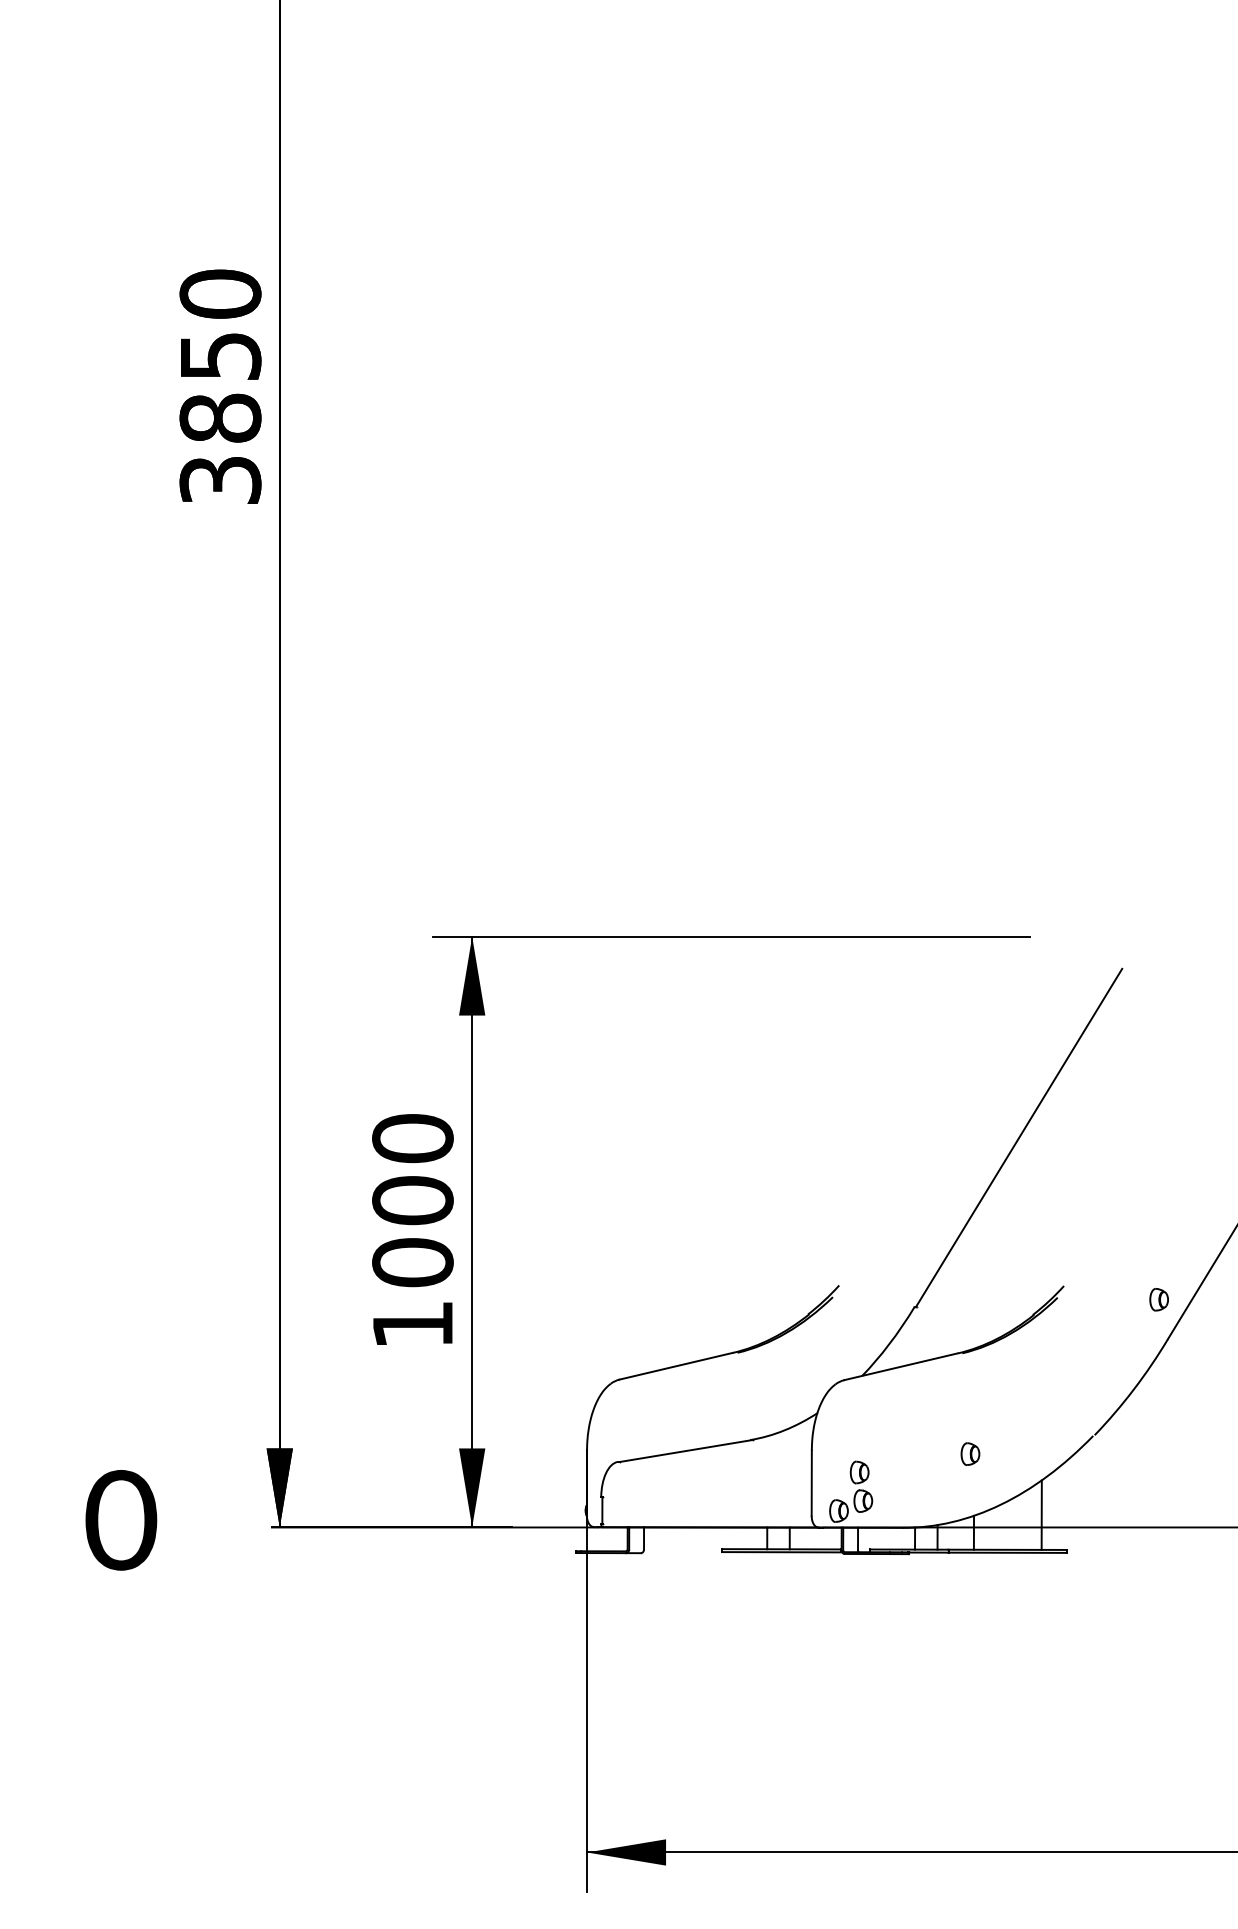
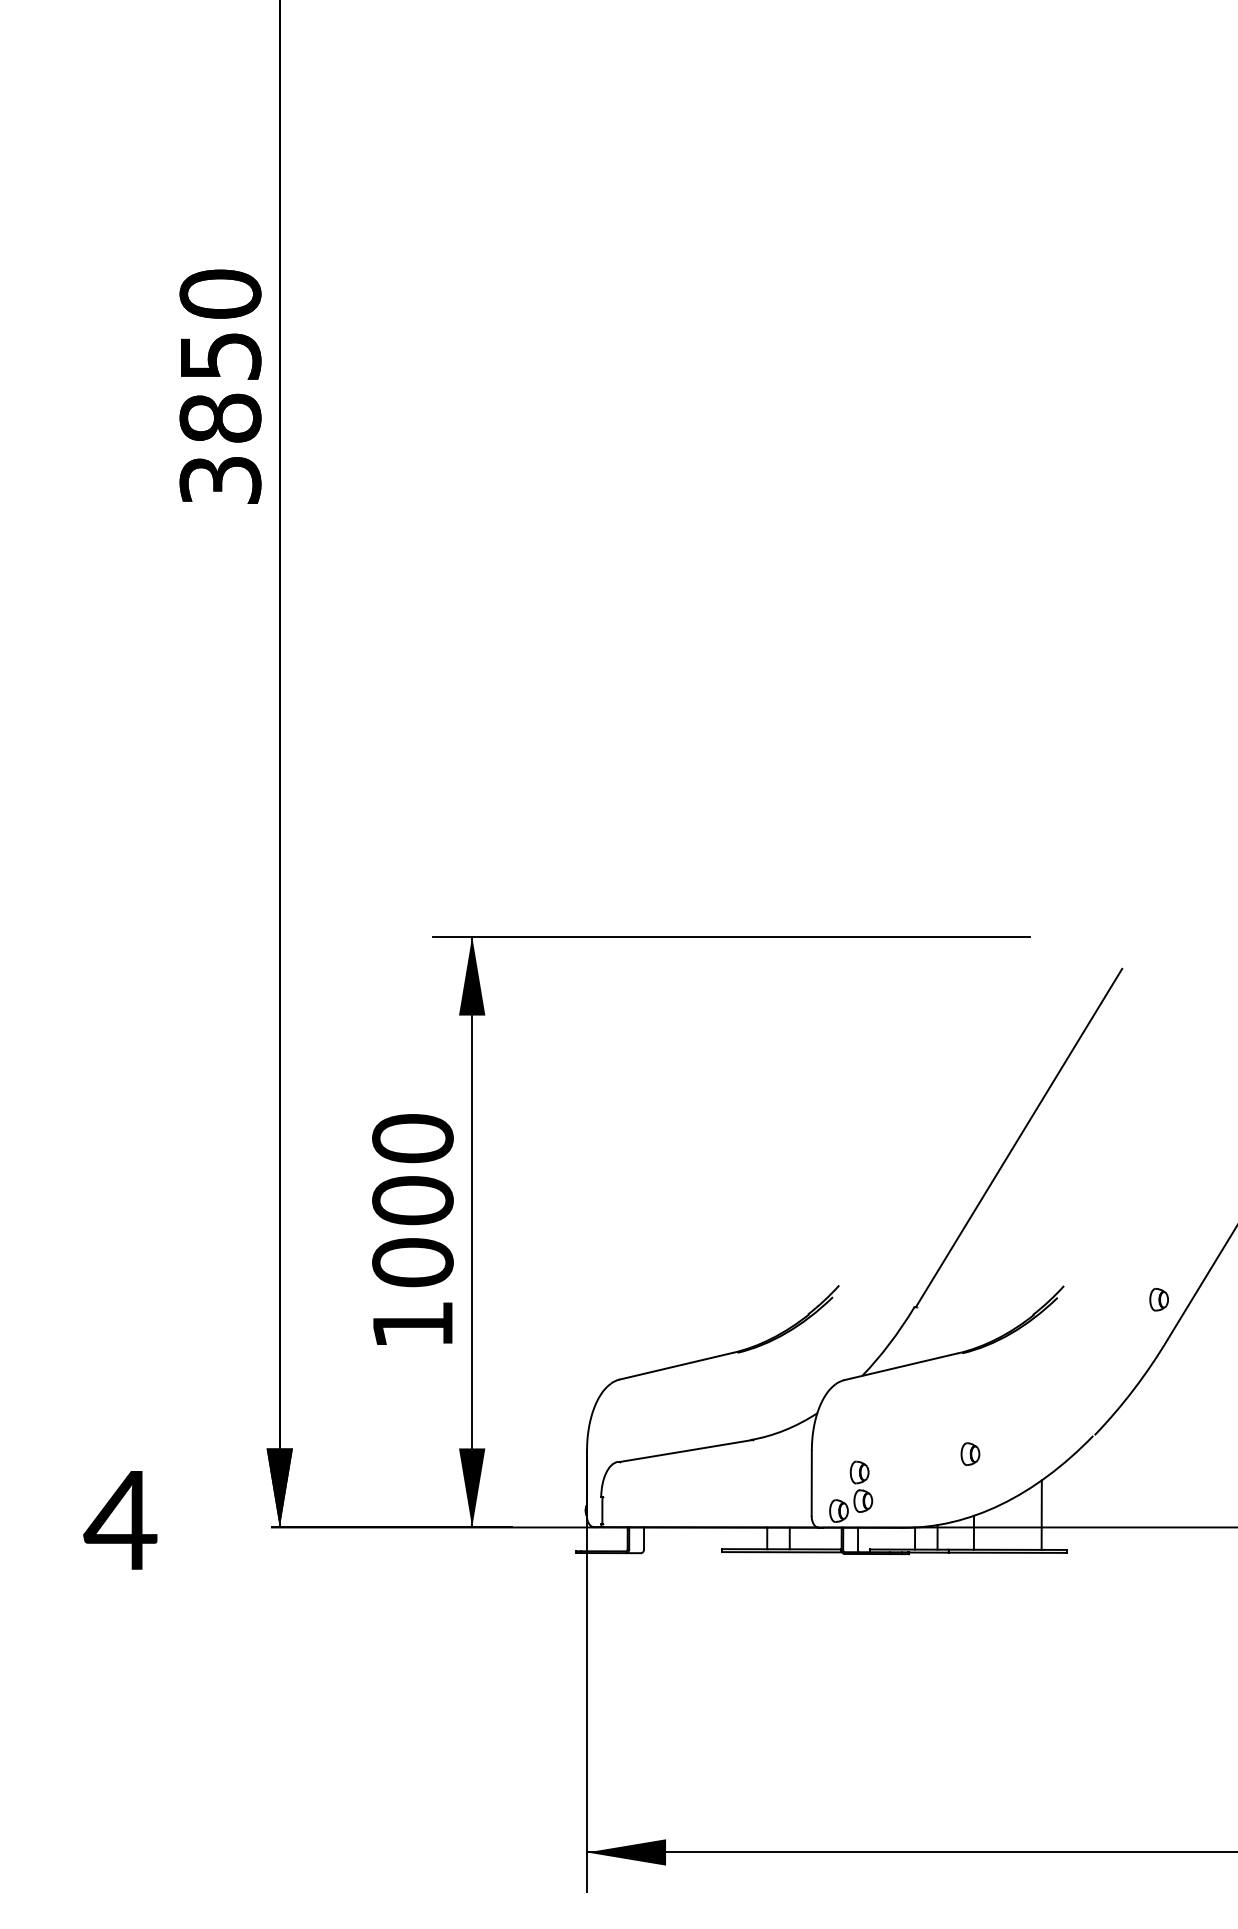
text at (120, 1520): 0 -> 4
